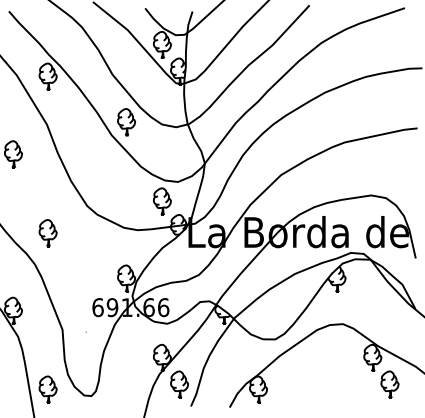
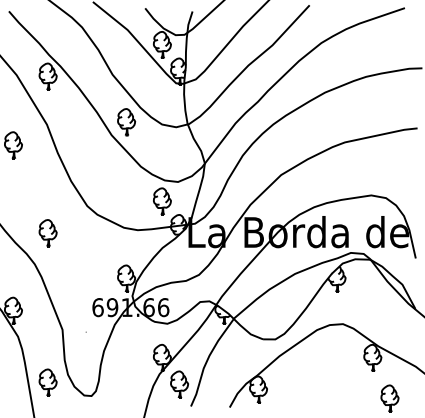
part at (13, 154) position: (13, 154) -> (13, 145)
part at (389, 384) position: (389, 384) -> (389, 398)
part at (47, 389) position: (47, 389) -> (47, 382)
